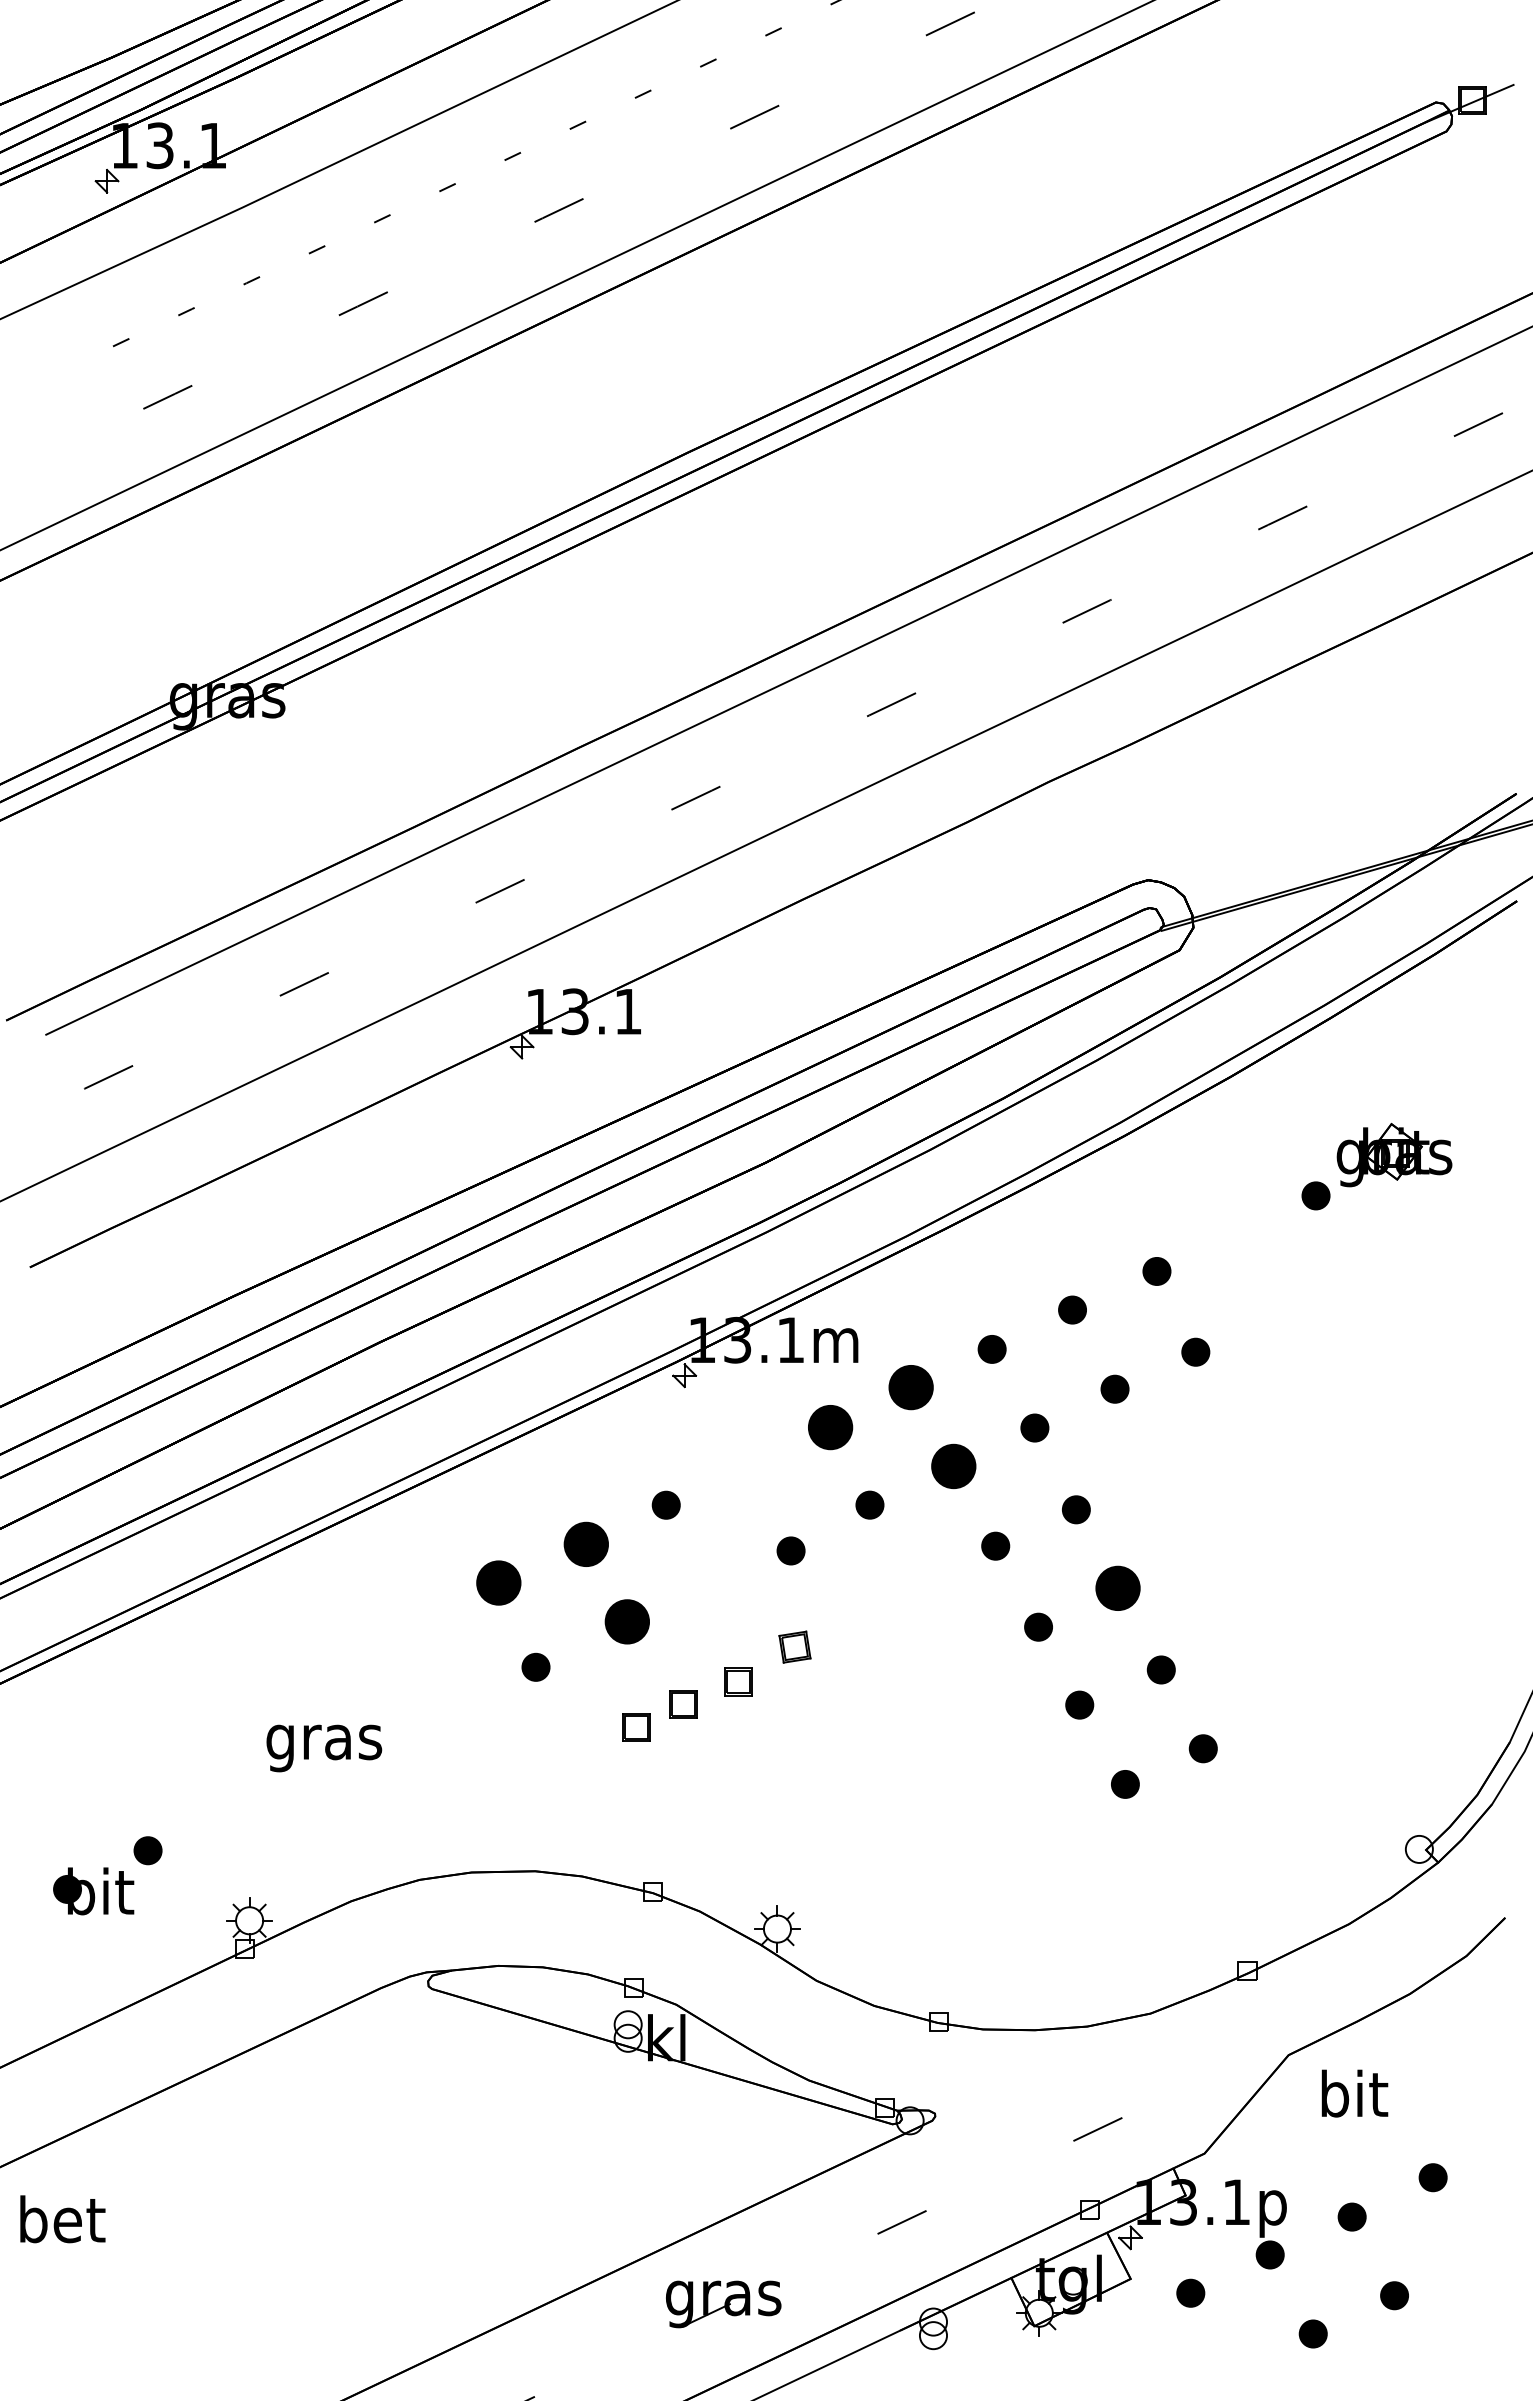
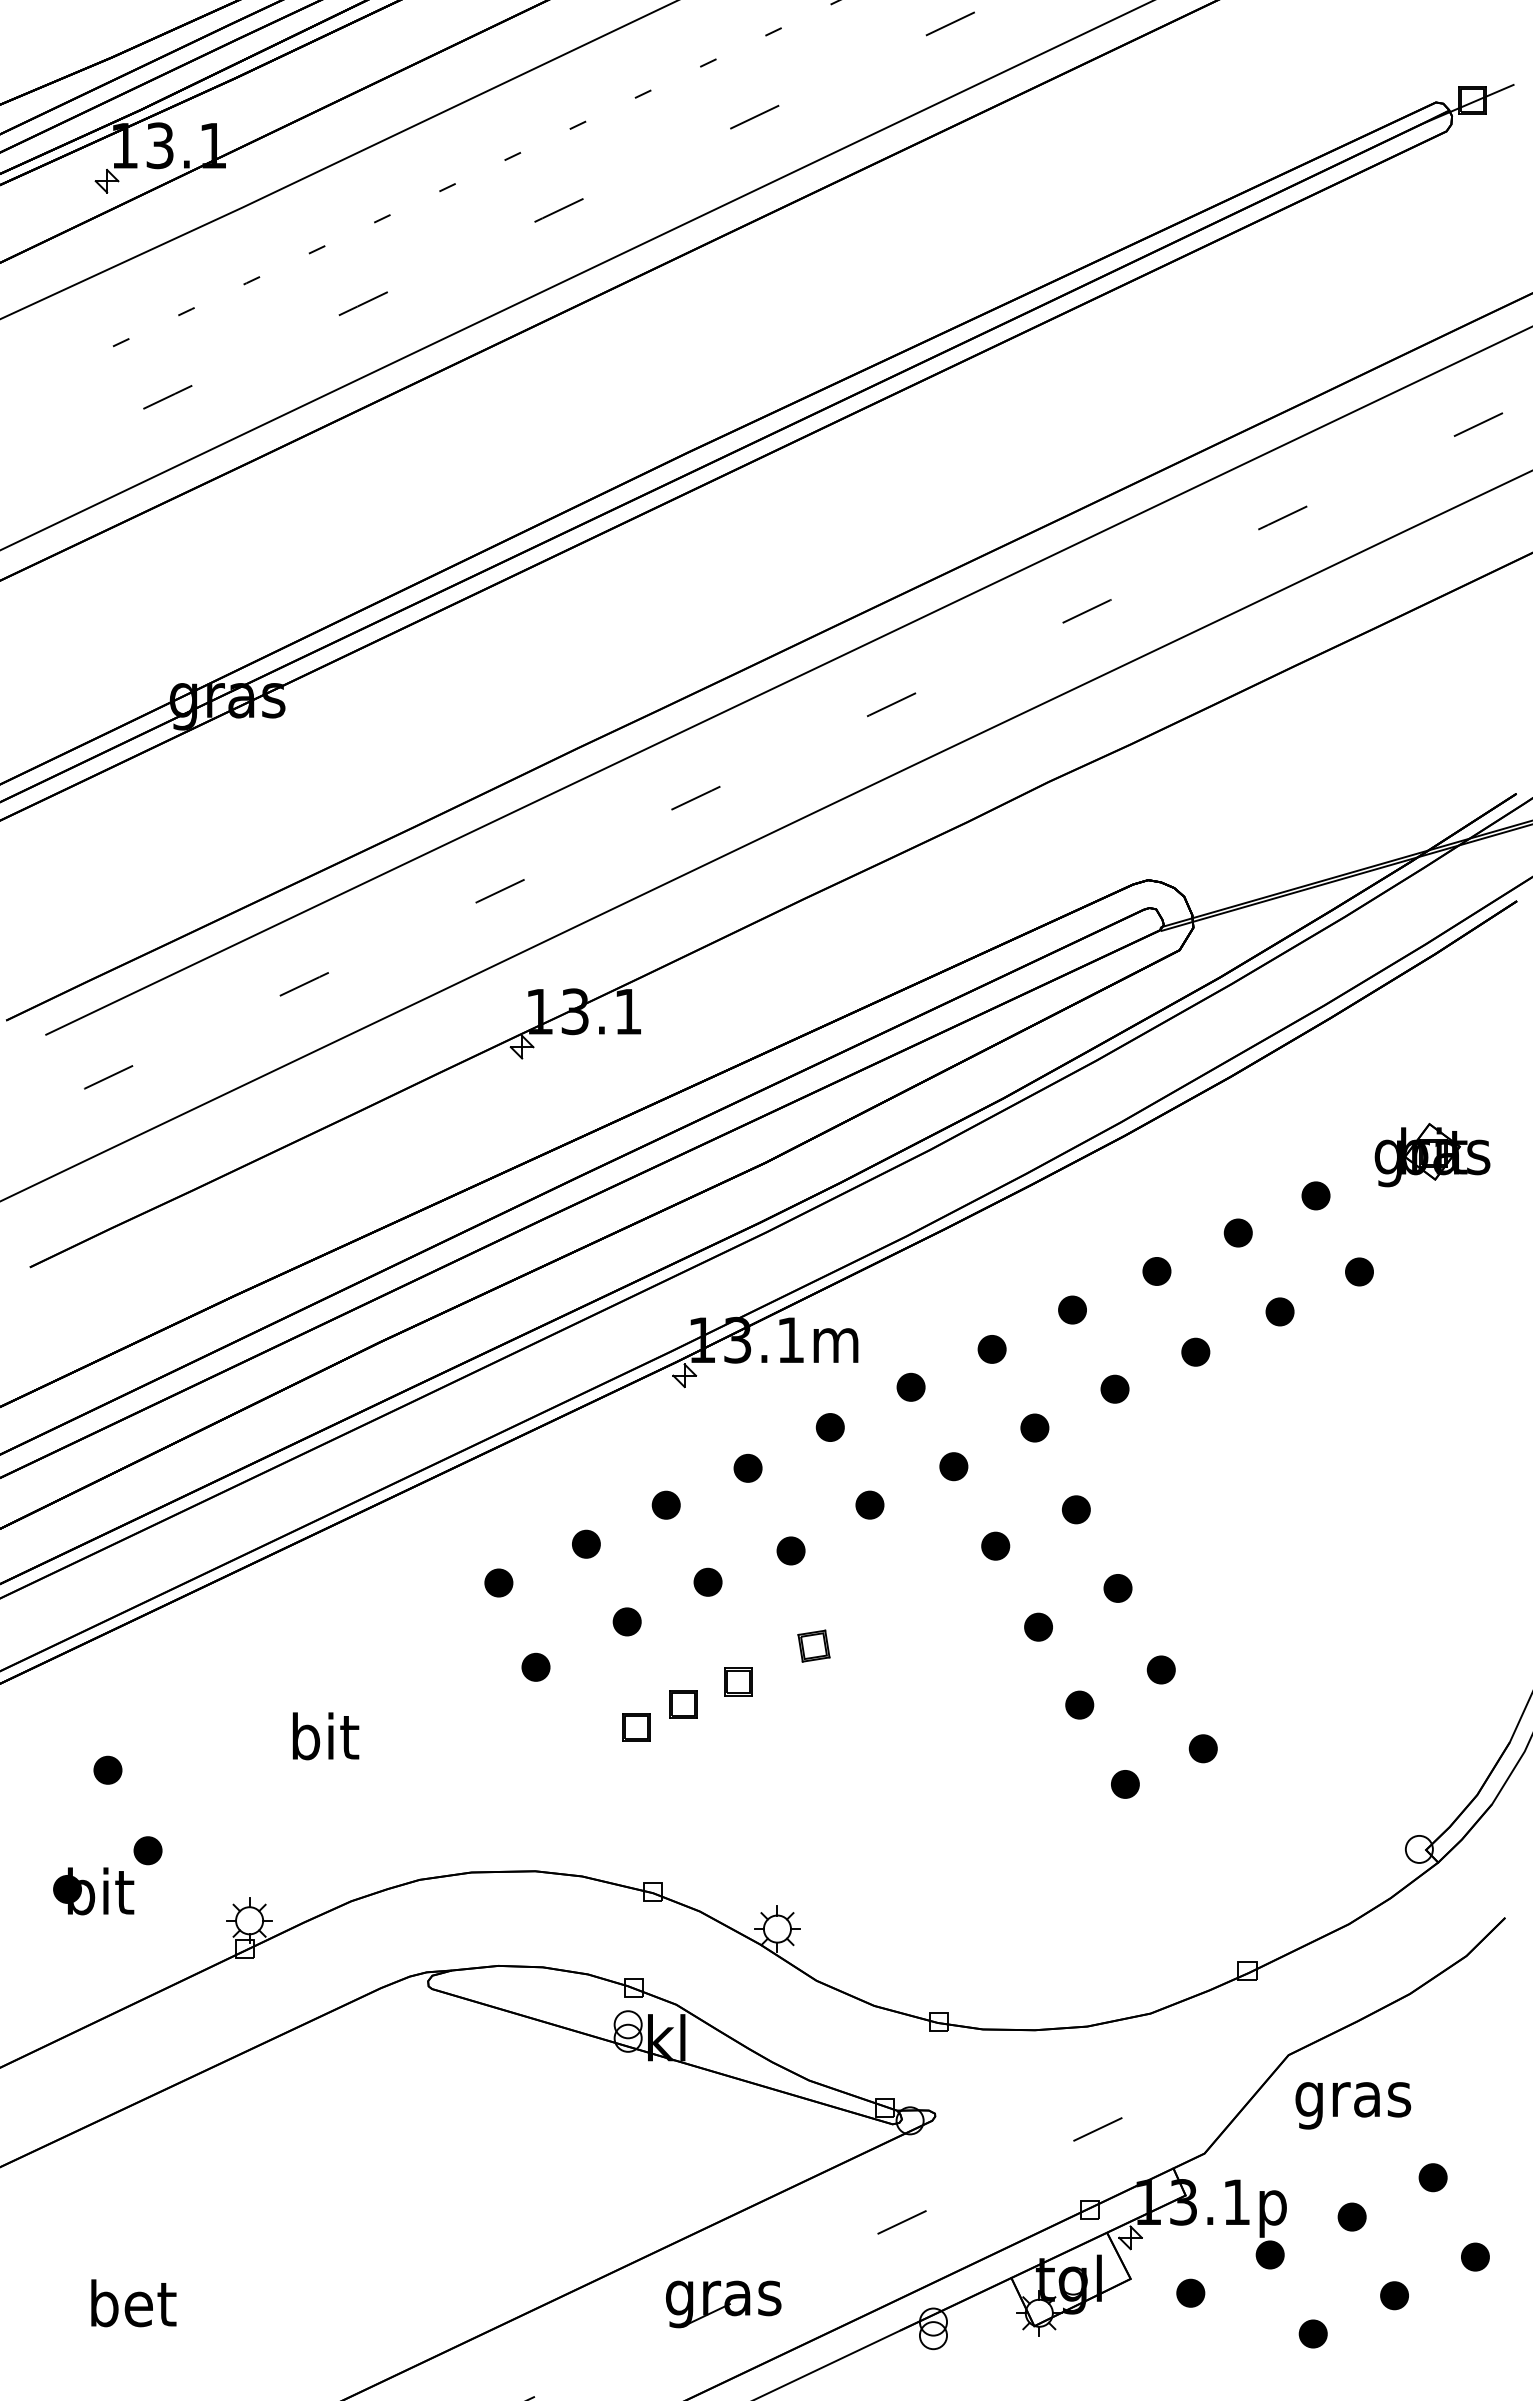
part at (1394, 1155) position: (1394, 1155) -> (1432, 1155)
part at (1237, 1232): none -> present
part at (1359, 1271): none -> present
part at (1279, 1311): none -> present
part at (910, 1387) size: 46x46 px -> 30x30 px
part at (830, 1427) size: 46x46 px -> 30x29 px
part at (953, 1465) size: 46x46 px -> 30x30 px
part at (747, 1468): none -> present
part at (585, 1543) size: 46x46 px -> 29x30 px
part at (707, 1581): none -> present
part at (498, 1582) size: 46x46 px -> 30x30 px
part at (1117, 1587) size: 46x46 px -> 30x29 px
part at (626, 1621) size: 46x46 px -> 30x30 px
part at (794, 1646) position: (794, 1646) -> (813, 1645)
text at (324, 1742): gras -> bit
part at (107, 1769): none -> present
text at (1353, 2099): bit -> gras
text at (62, 2219) position: (62, 2219) -> (133, 2303)
part at (1475, 2256): none -> present
